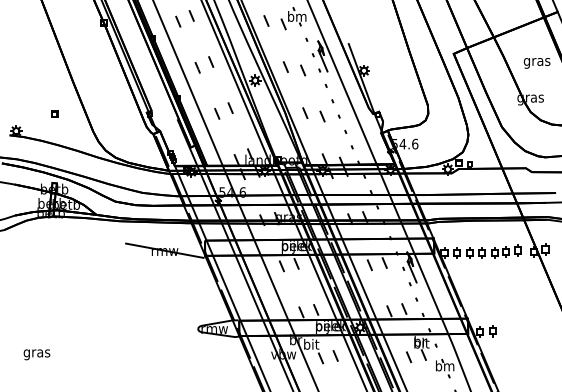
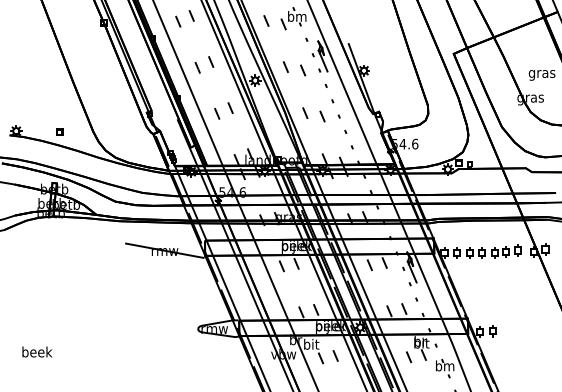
text at (536, 63) position: (536, 63) -> (541, 75)
part at (54, 113) position: (54, 113) -> (59, 131)
text at (37, 353): gras -> beek
